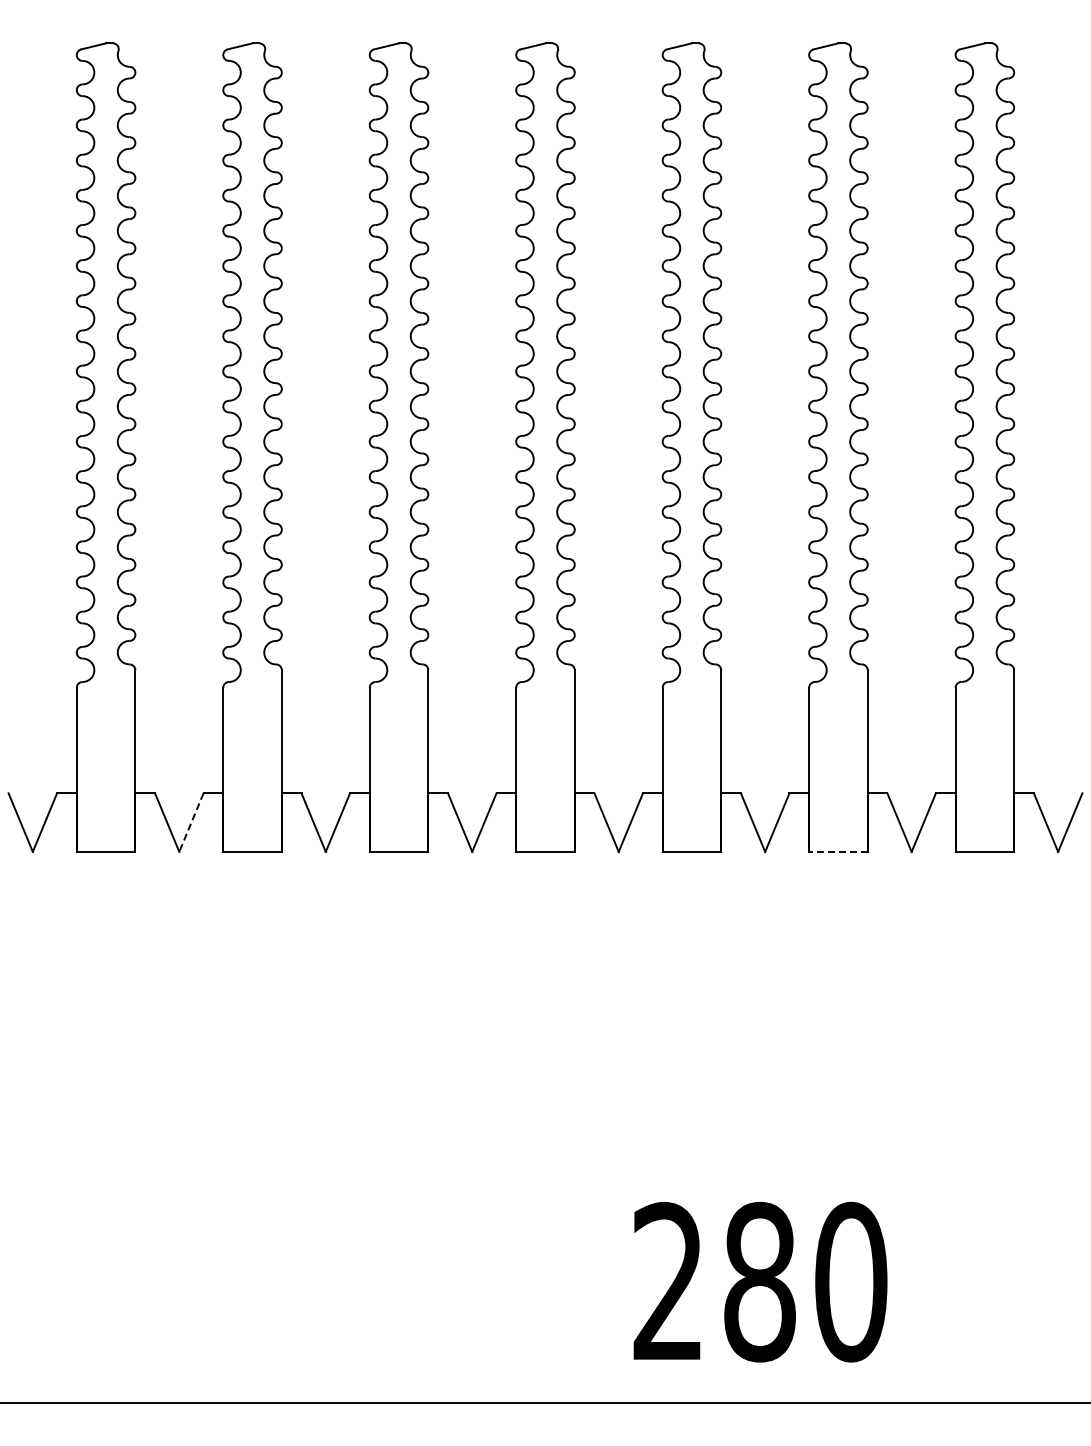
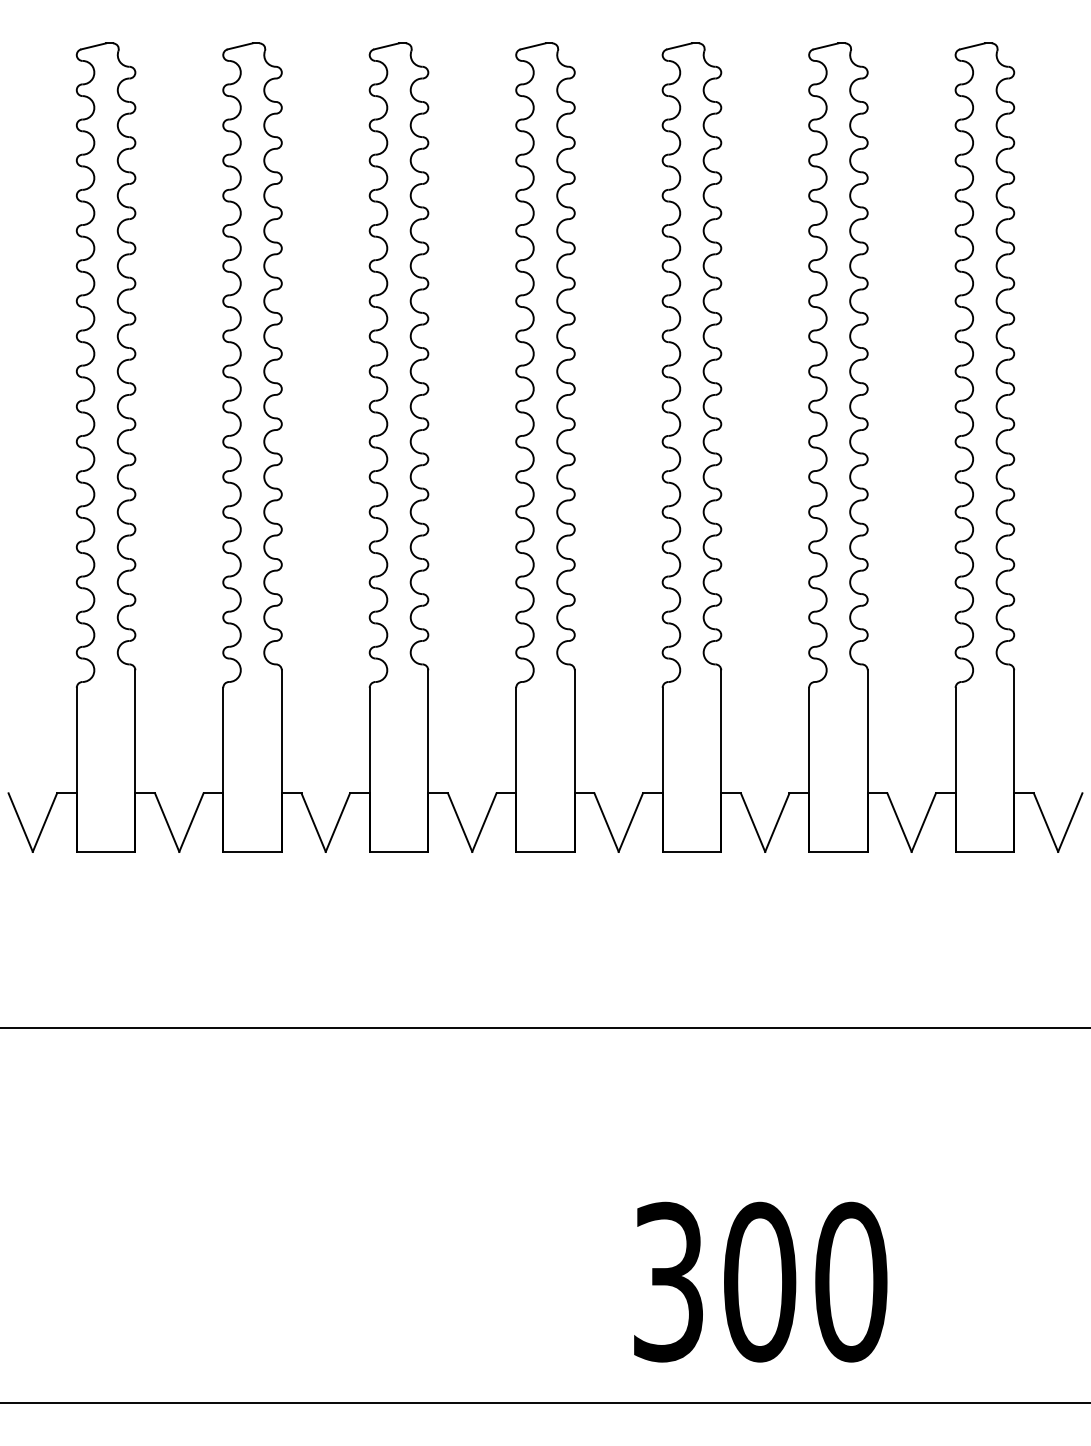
line at (191, 822): dashed -> solid
line at (837, 851): dashed -> solid
line at (544, 1027): none -> present
text at (714, 1282): 280 -> 300
